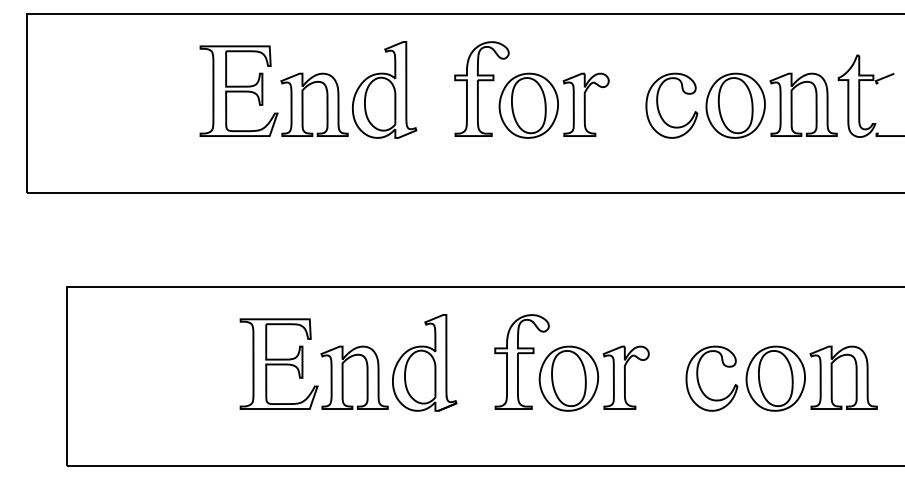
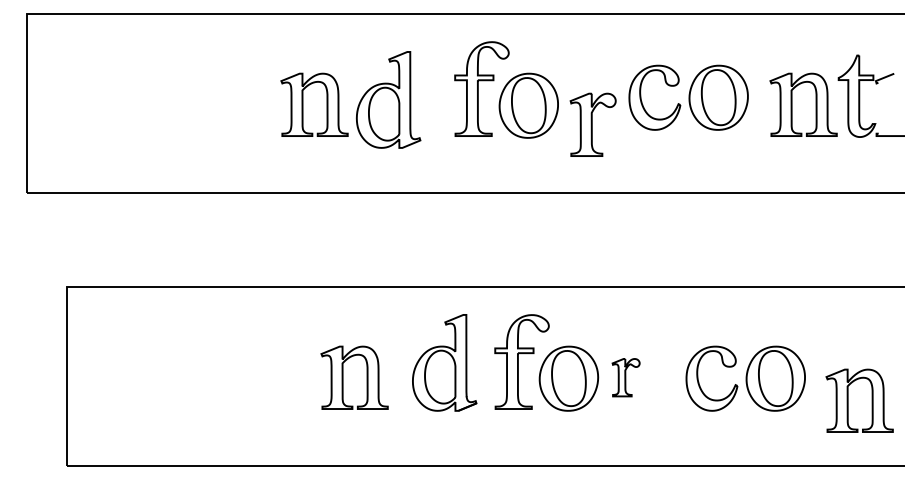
part at (384, 89) position: (384, 89) -> (388, 99)
part at (238, 90): present -> none
part at (585, 104) position: (585, 104) -> (592, 124)
part at (705, 105) position: (705, 105) -> (688, 97)
part at (424, 362) position: (424, 362) -> (444, 362)
part at (278, 363): present -> none
part at (625, 377) size: 48x65 px -> 30x40 px
part at (832, 377) position: (832, 377) -> (848, 400)
